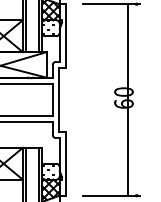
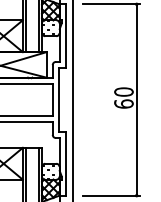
line at (127, 99) position: (127, 99) -> (136, 99)
line at (72, 100): none -> present
